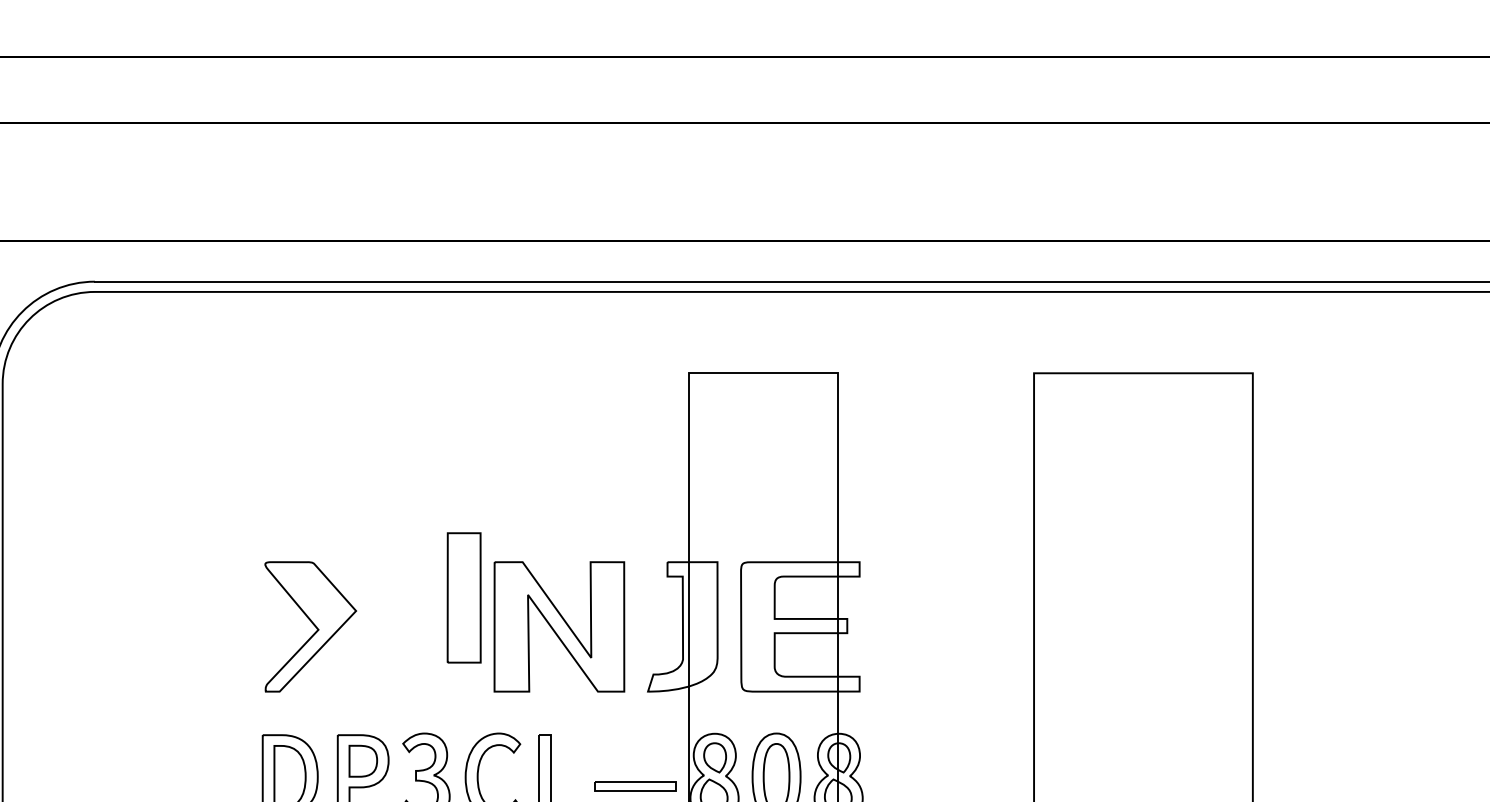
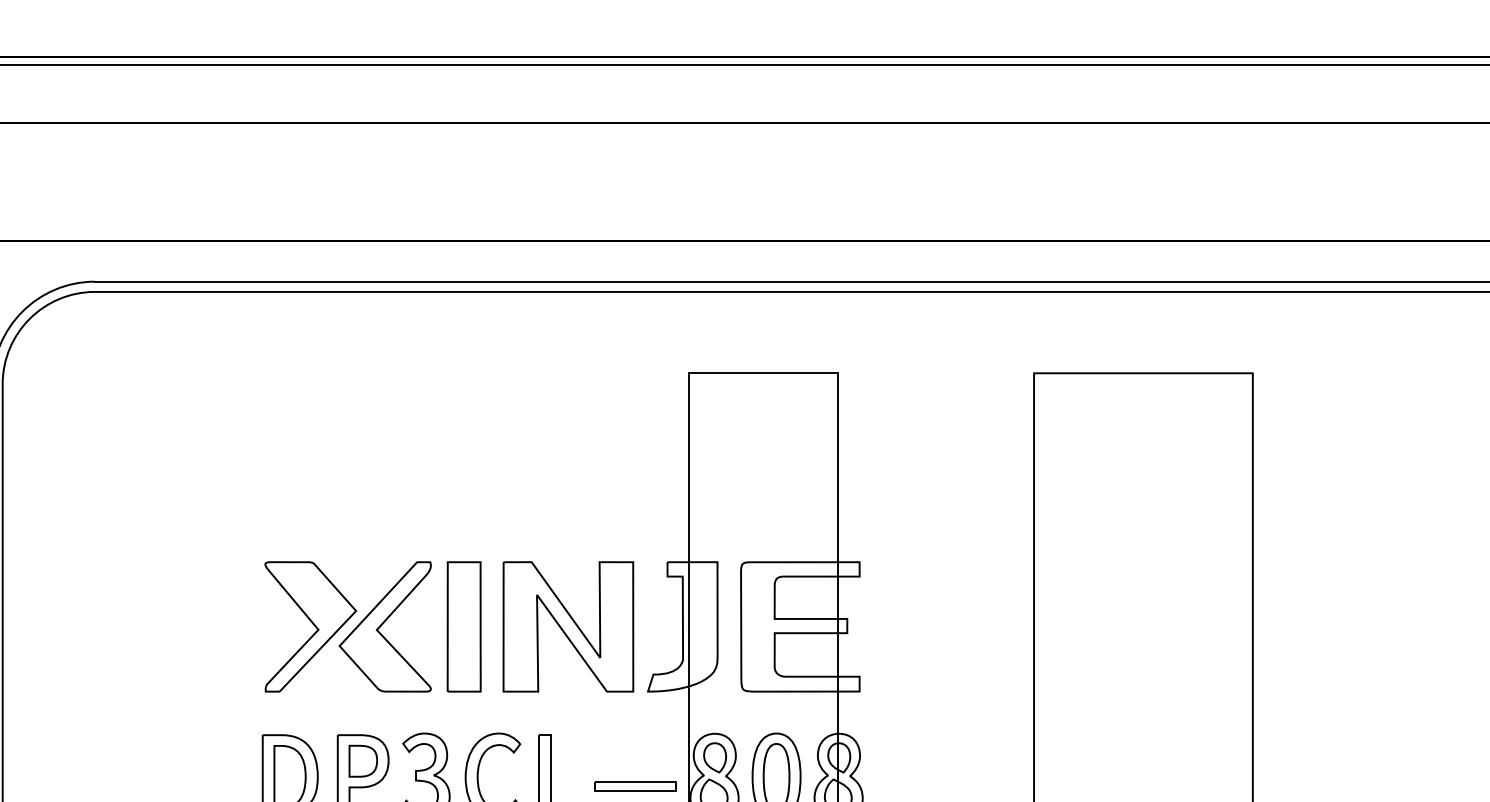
line at (744, 65): none -> present
part at (463, 597) position: (463, 597) -> (463, 626)
part at (384, 626): none -> present
part at (559, 626) position: (559, 626) -> (568, 626)
